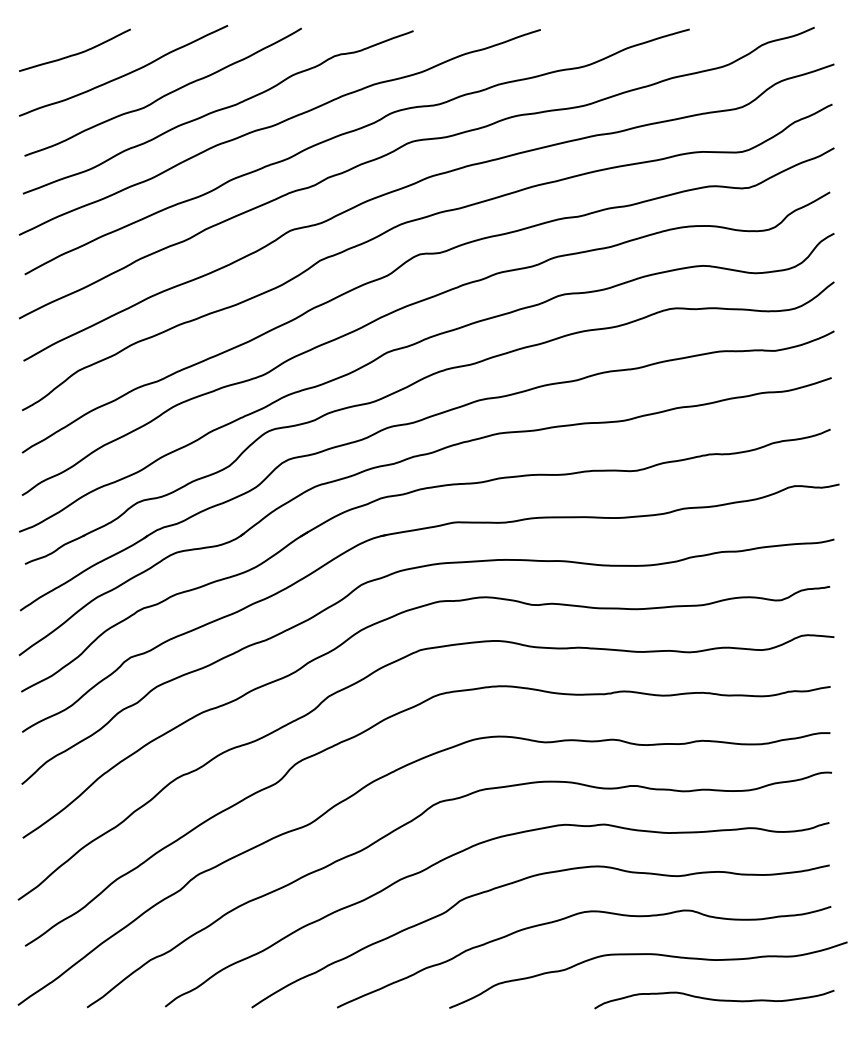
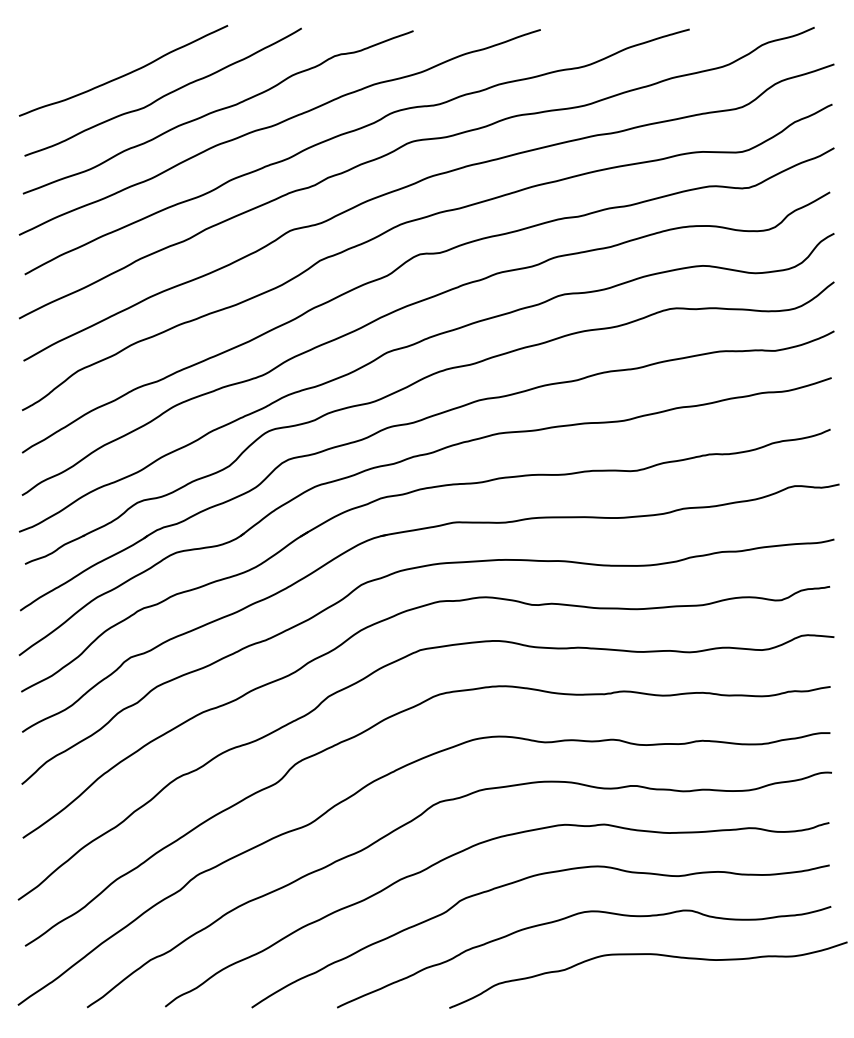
curve at (75, 53): present -> none
curve at (714, 999): present -> none
